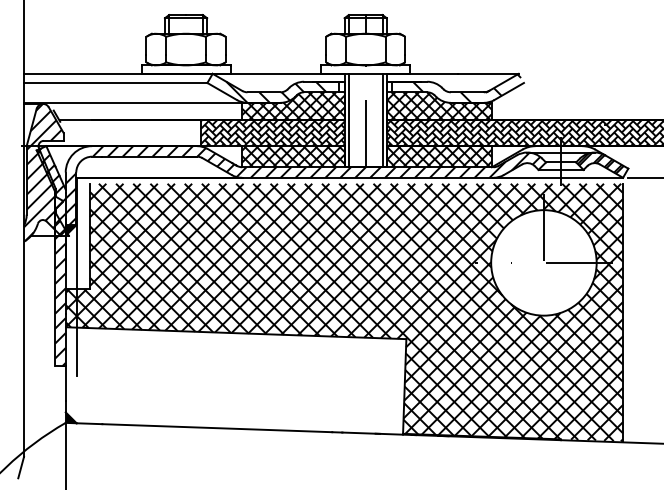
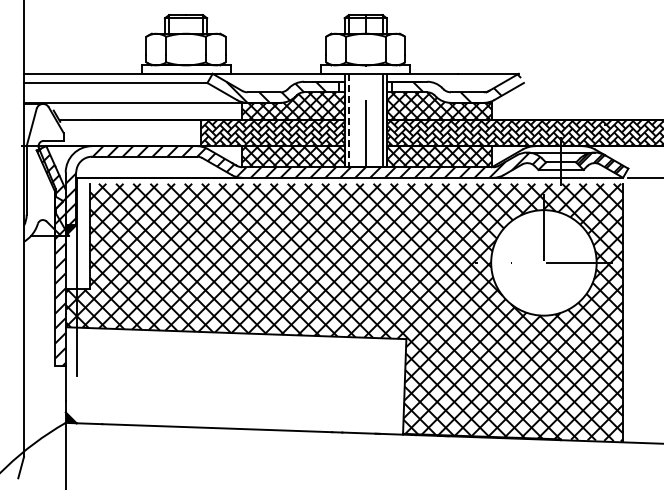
line at (349, 120): solid -> dashed
hatch at (44, 171): present -> none
